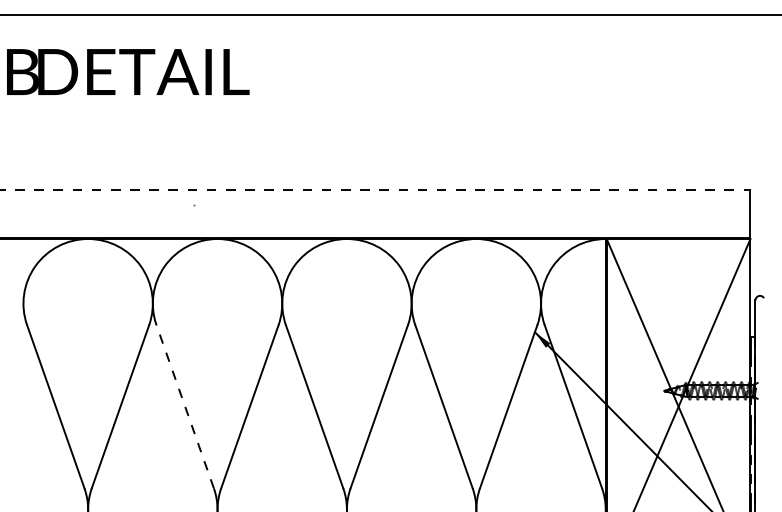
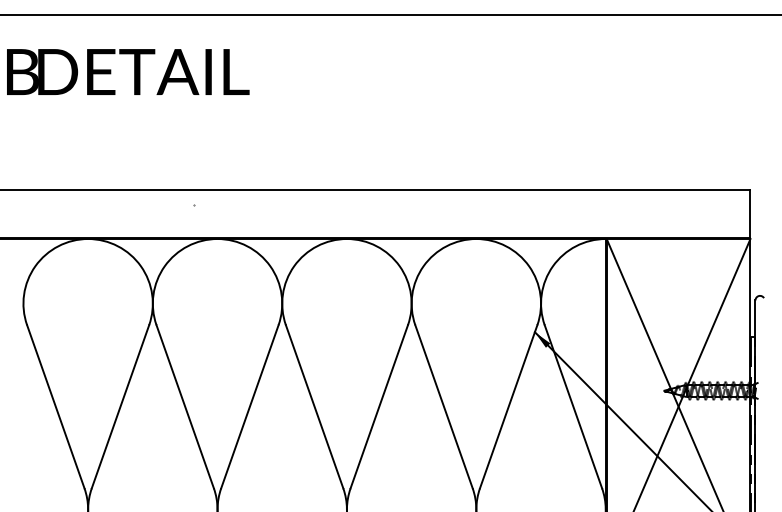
line at (375, 190): dashed -> solid
line at (185, 406): dashed -> solid
